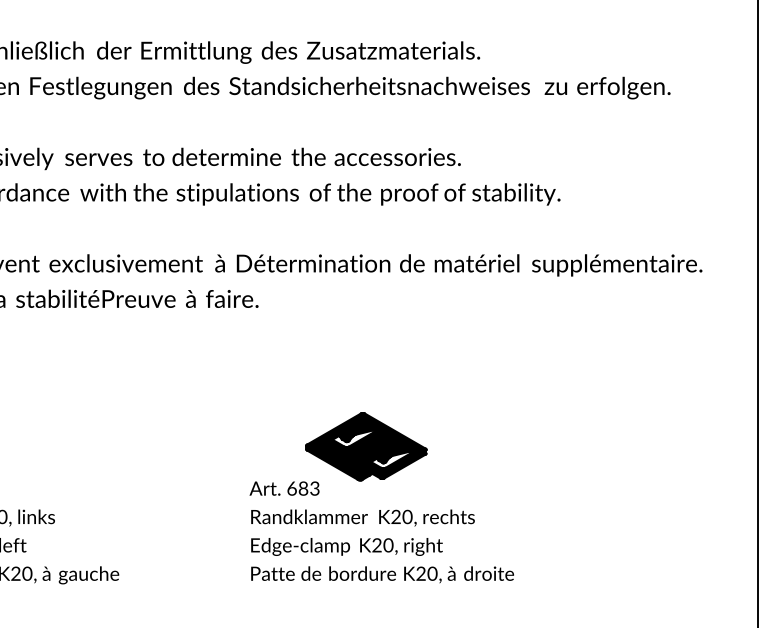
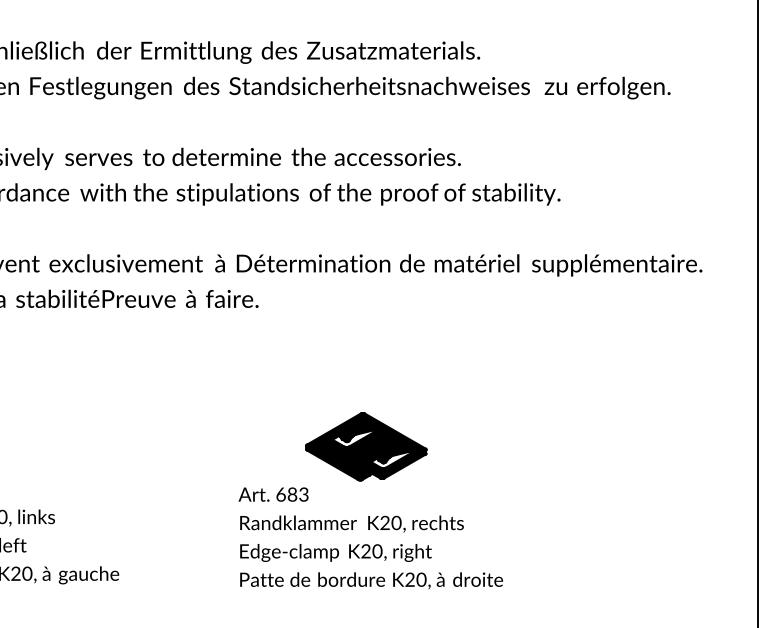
text at (381, 532) position: (381, 532) -> (370, 538)
